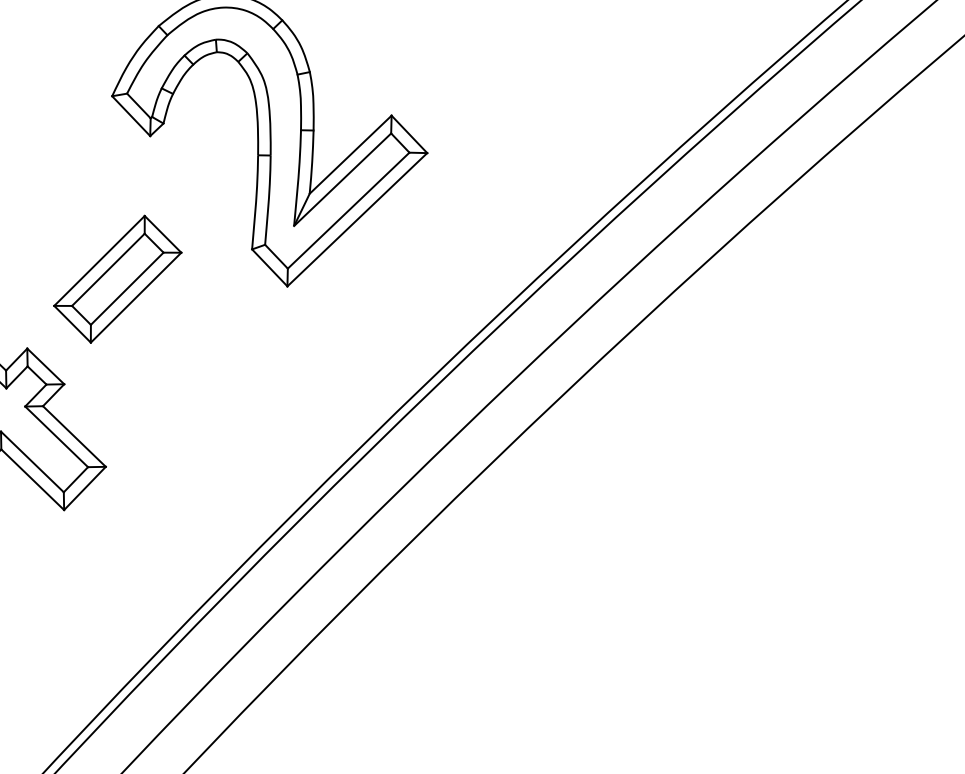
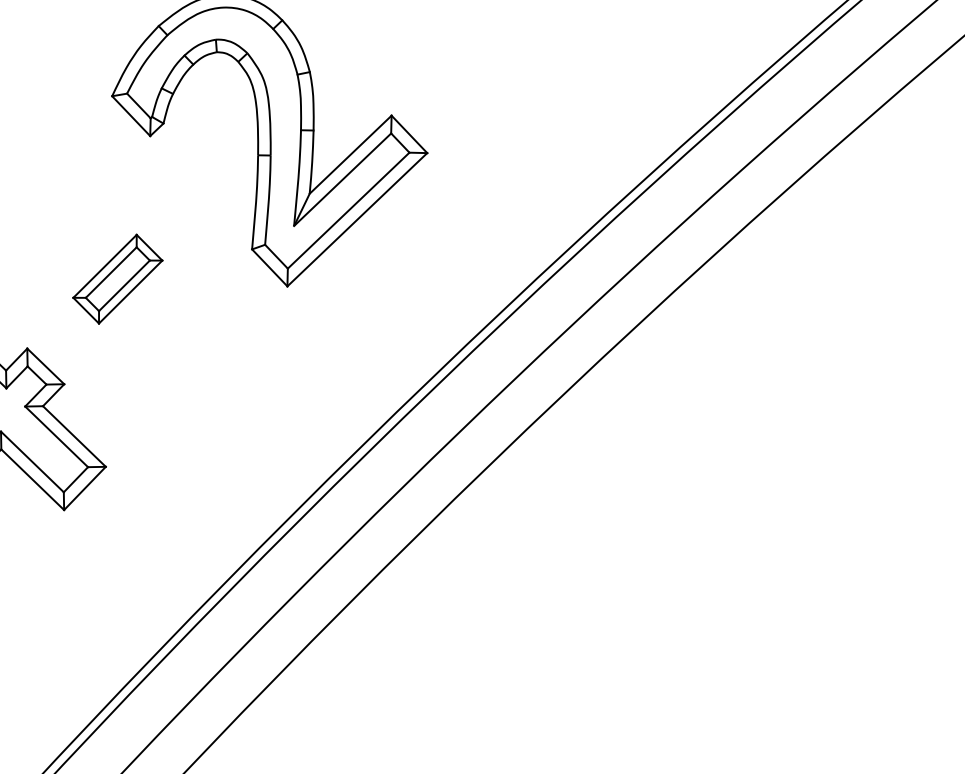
part at (117, 278) size: 130x130 px -> 92x92 px
